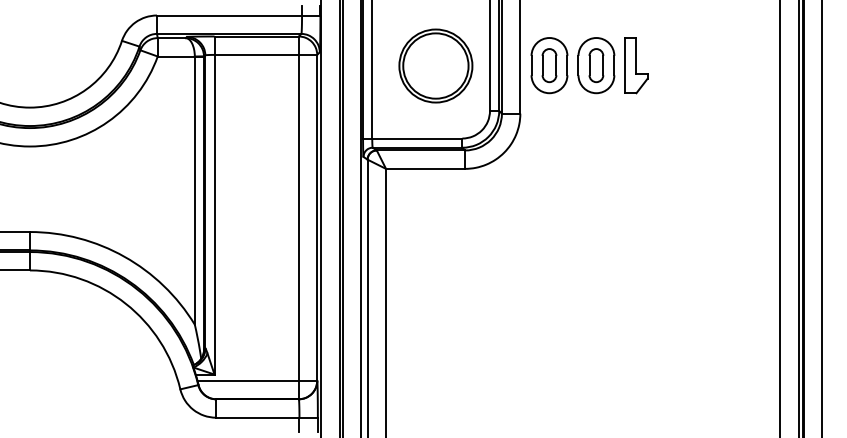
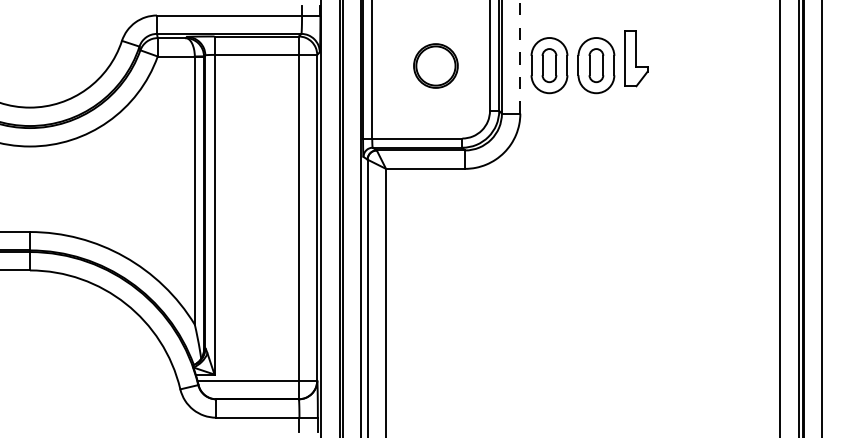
line at (520, 56): solid -> dashed
part at (435, 65) size: 76x76 px -> 46x46 px
part at (636, 65) position: (636, 65) -> (636, 58)
